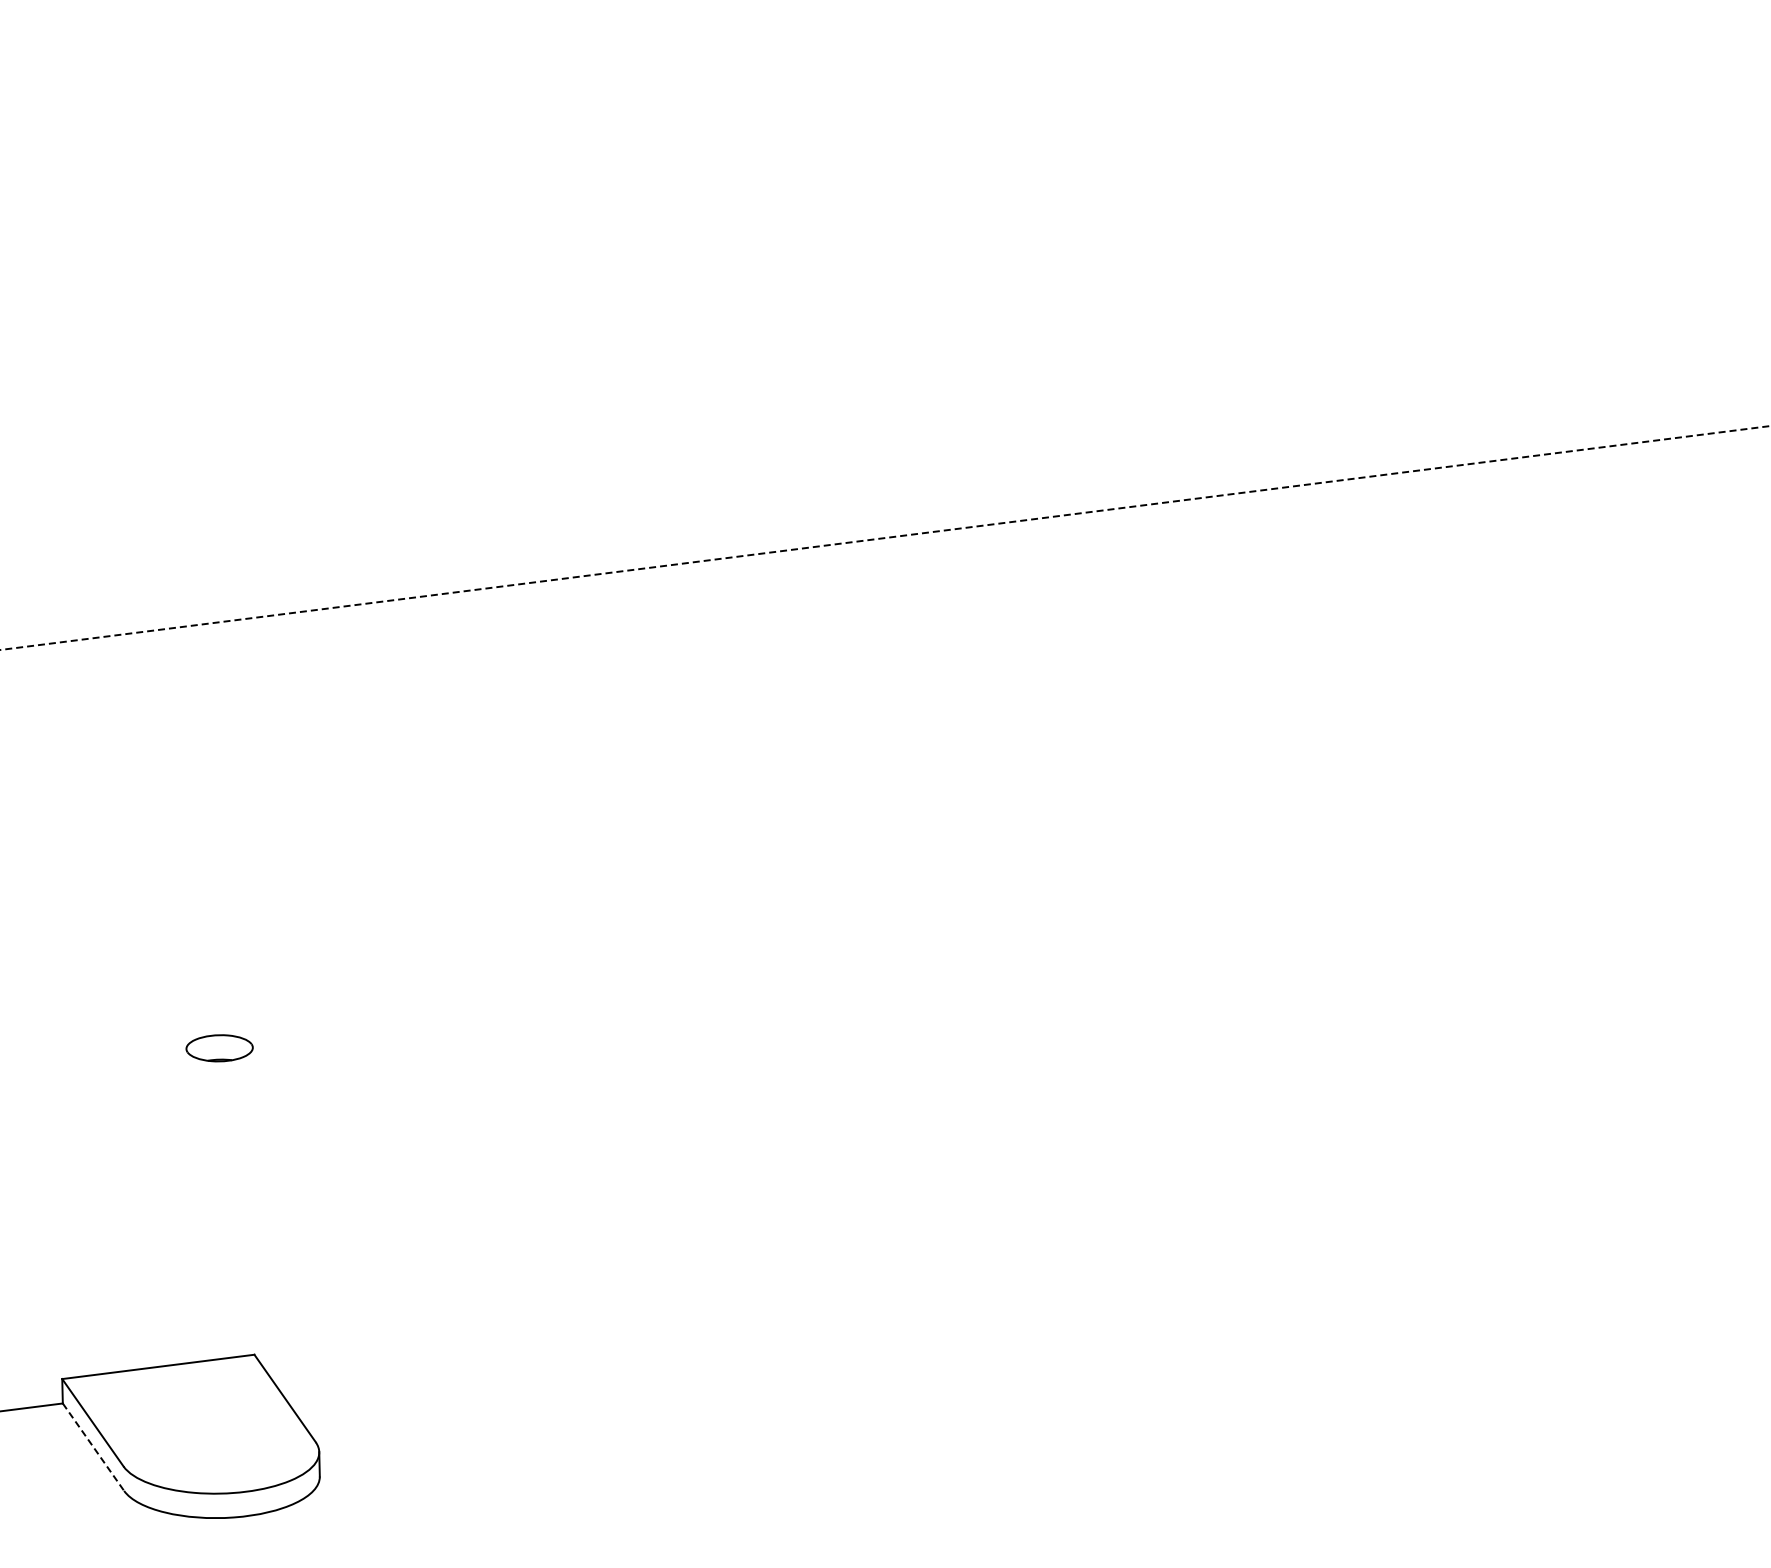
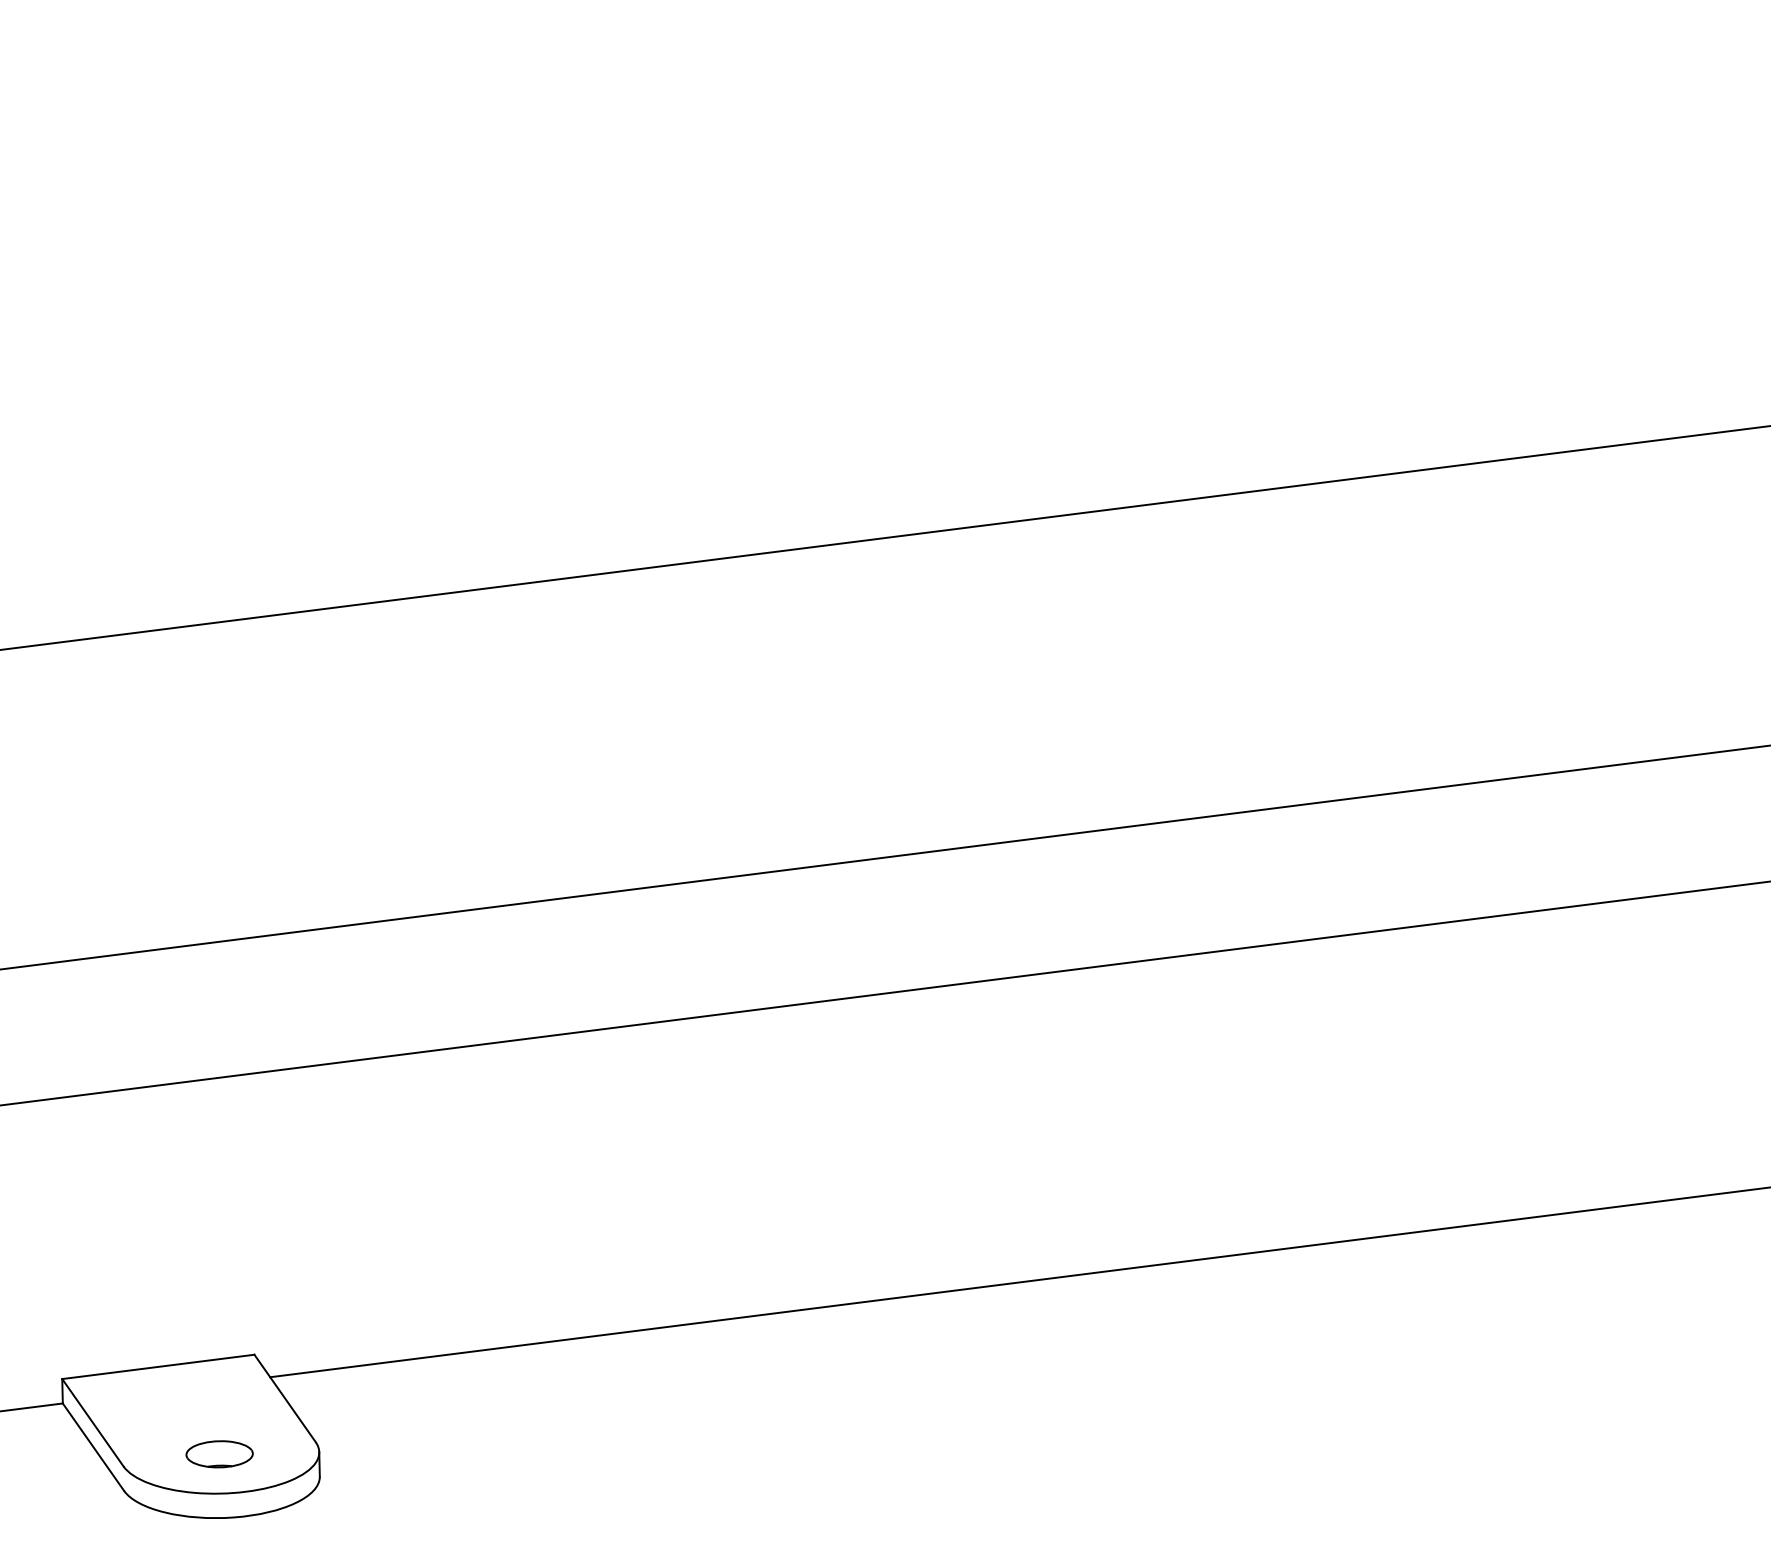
line at (885, 537): dashed -> solid
line at (884, 857): none -> present
line at (884, 993): none -> present
part at (219, 1048) position: (219, 1048) -> (219, 1454)
line at (1018, 1282): none -> present
line at (93, 1447): dashed -> solid
